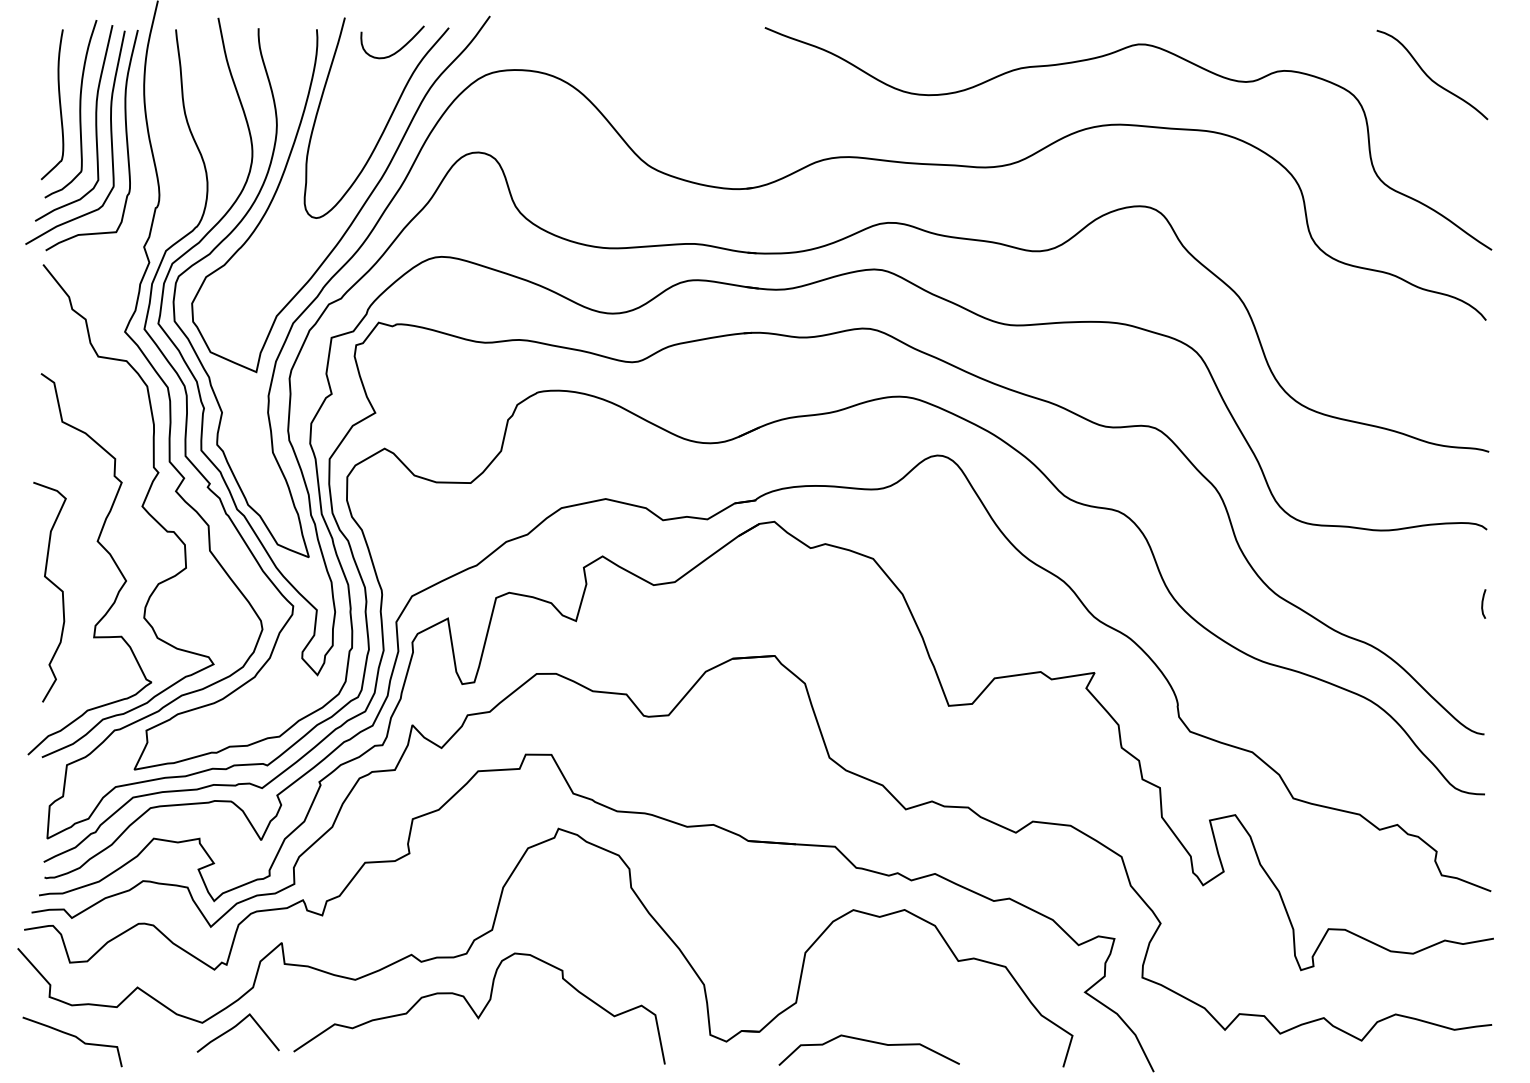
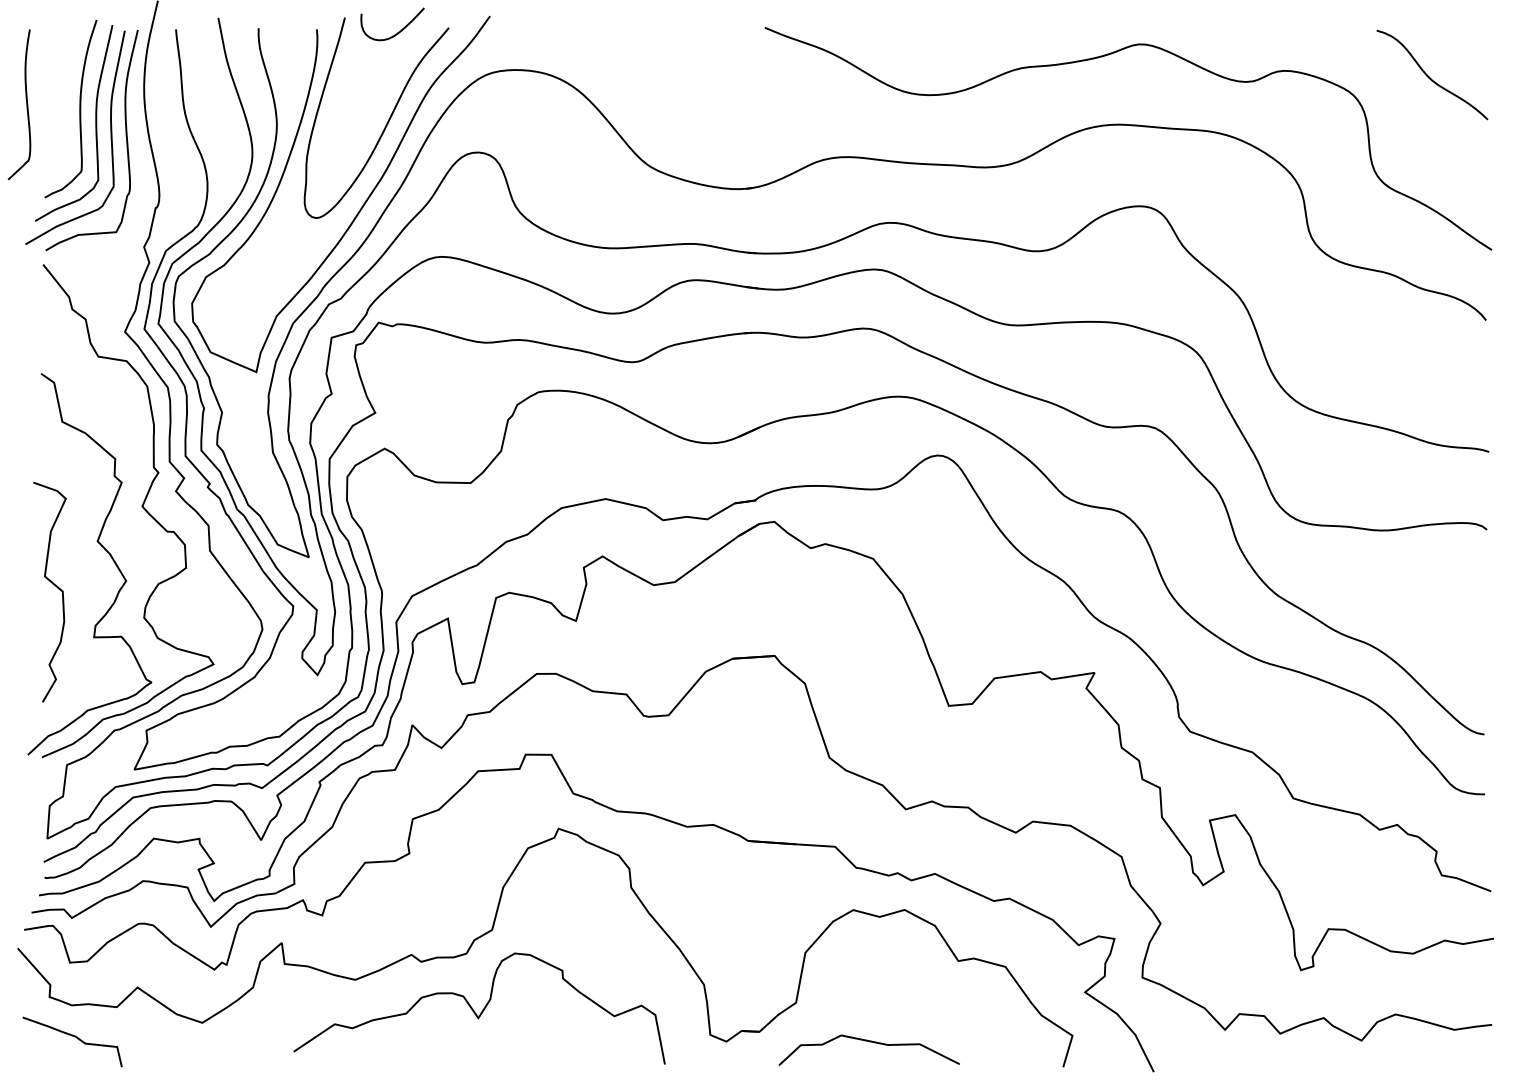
curve at (398, 49) position: (398, 49) -> (398, 31)
curve at (59, 104) position: (59, 104) -> (26, 104)
curve at (1483, 603): present -> none
curve at (234, 1028): present -> none
